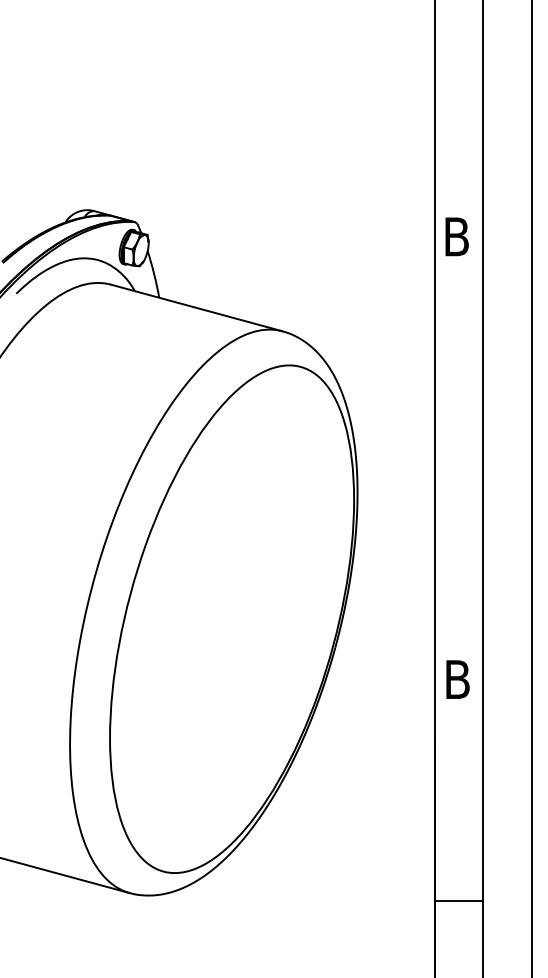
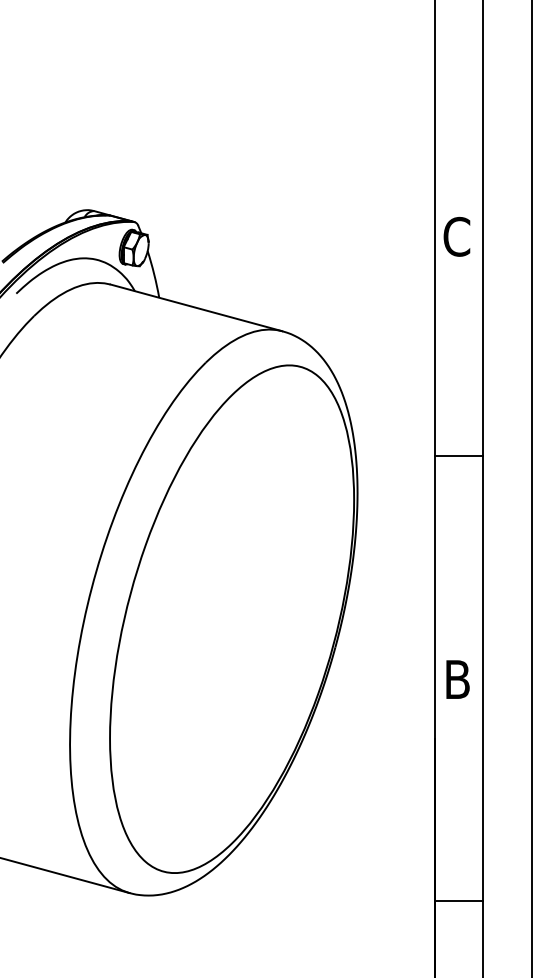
text at (456, 236): B -> C
line at (459, 455): none -> present
